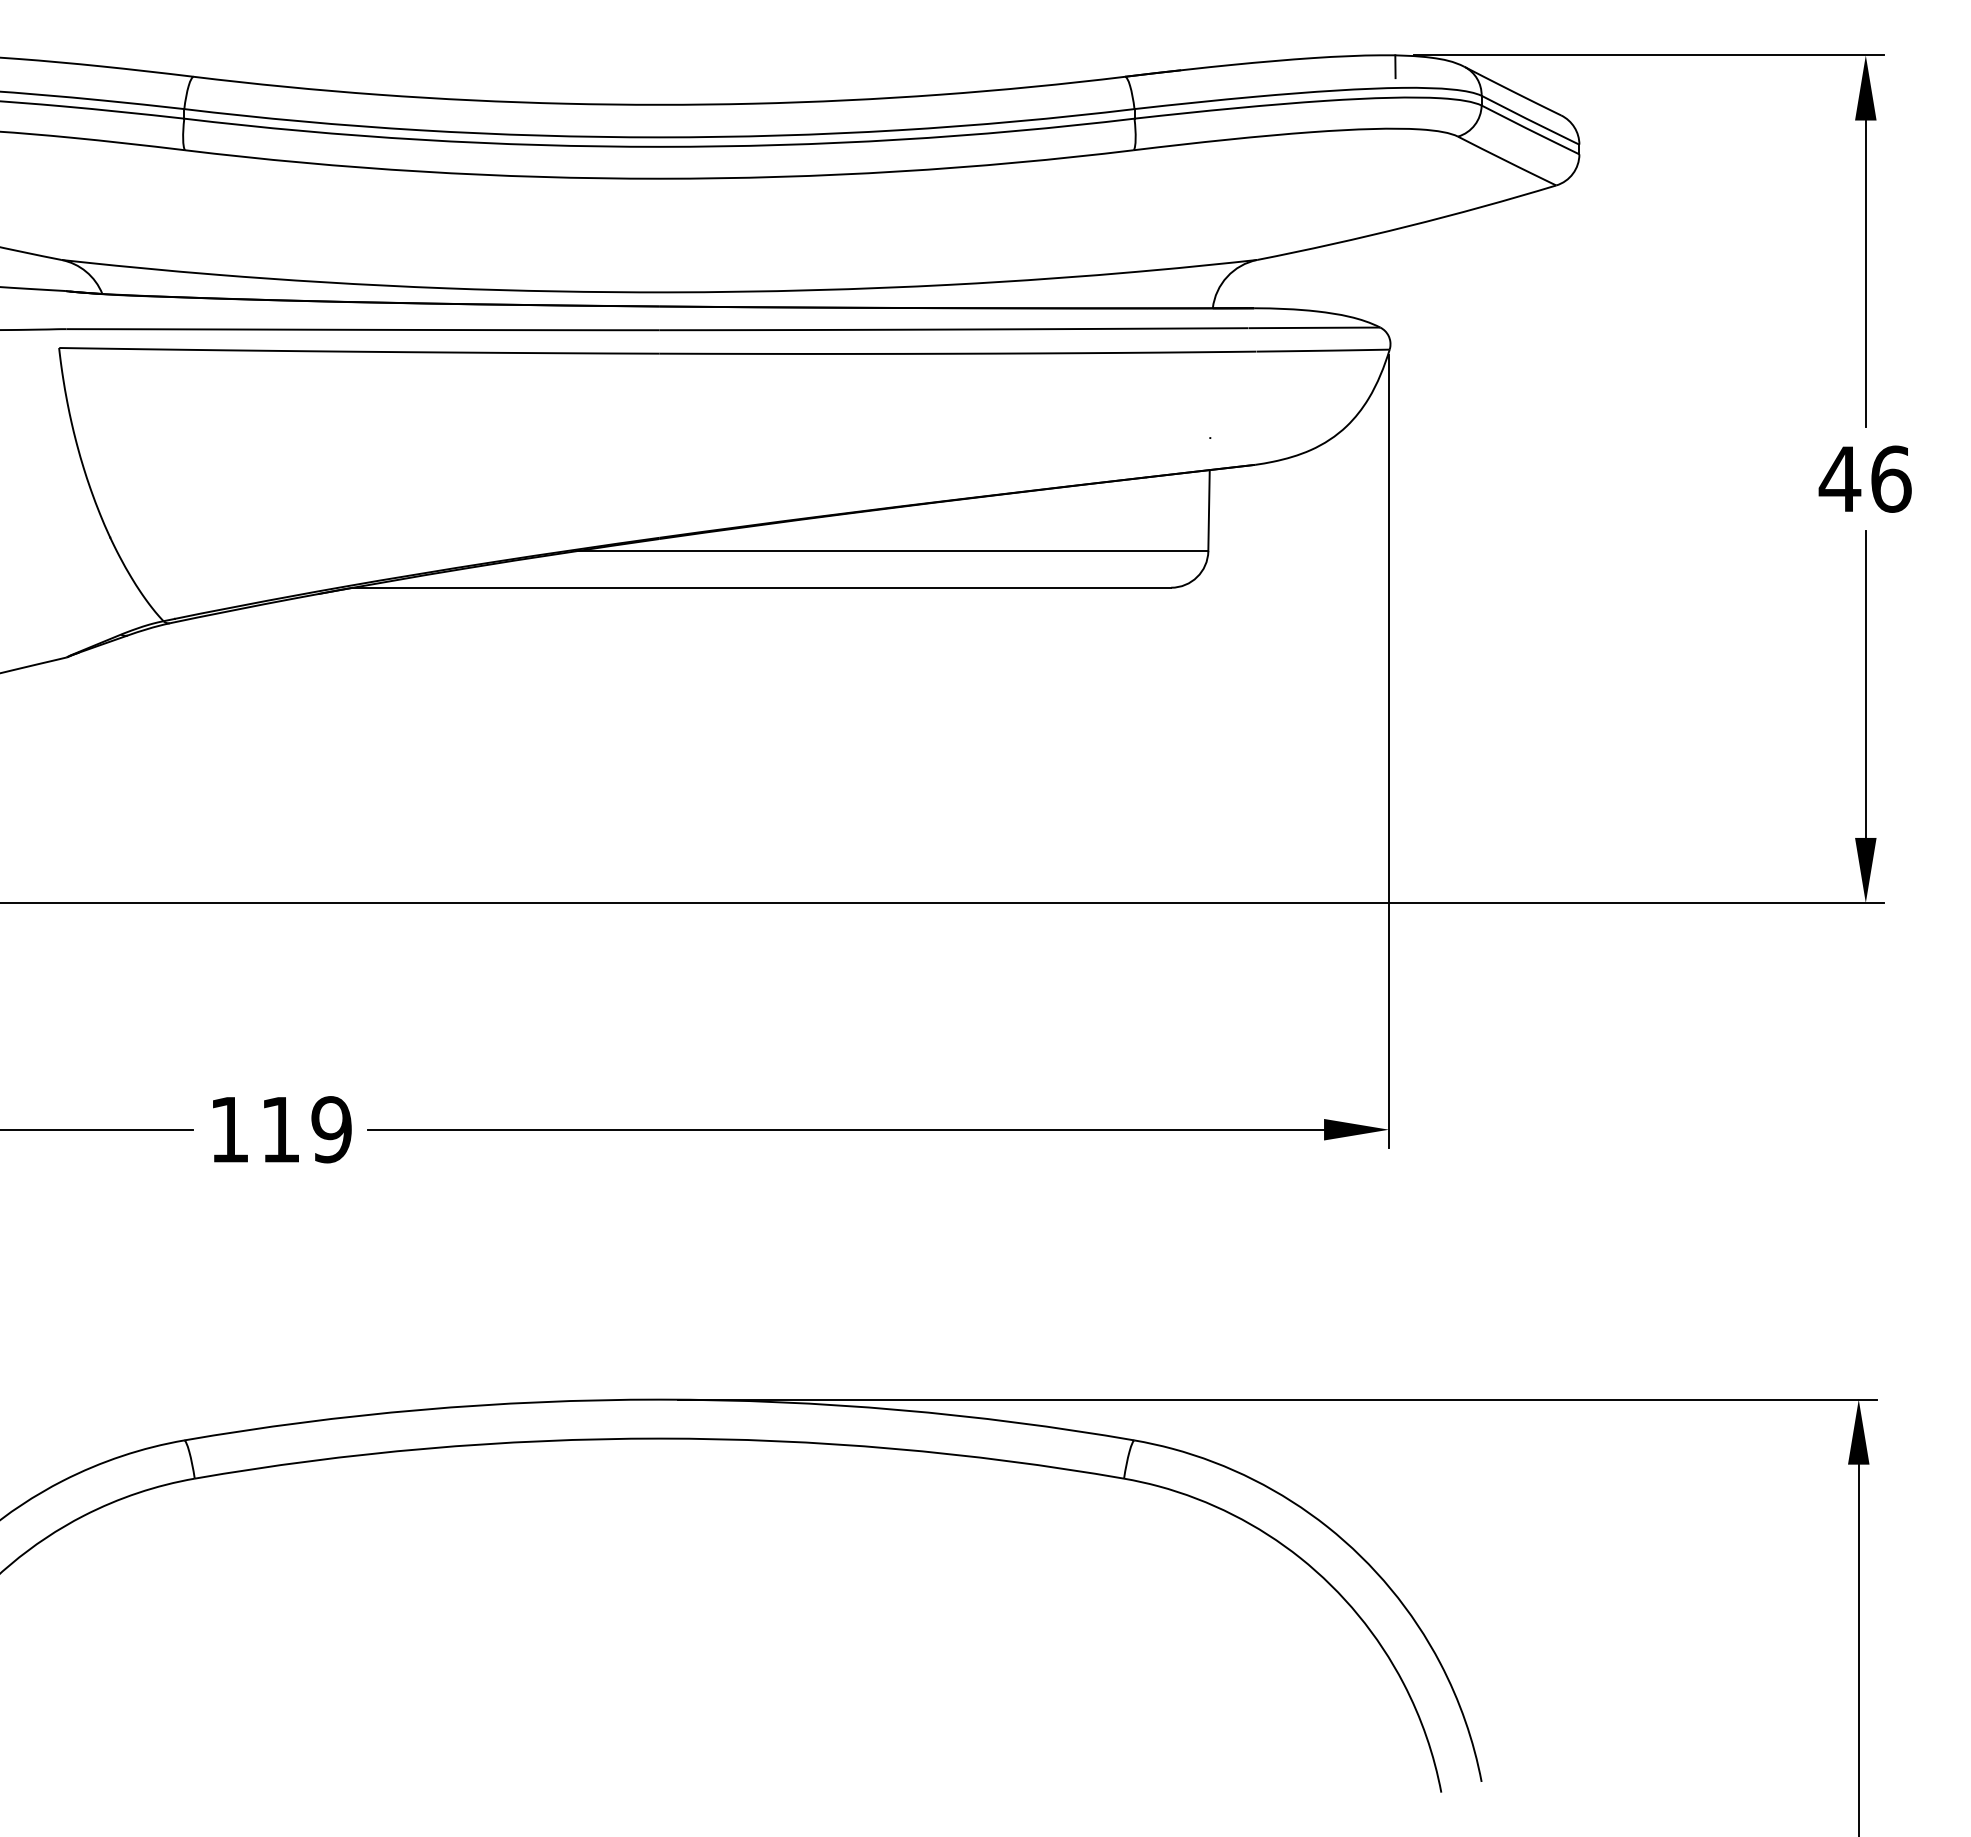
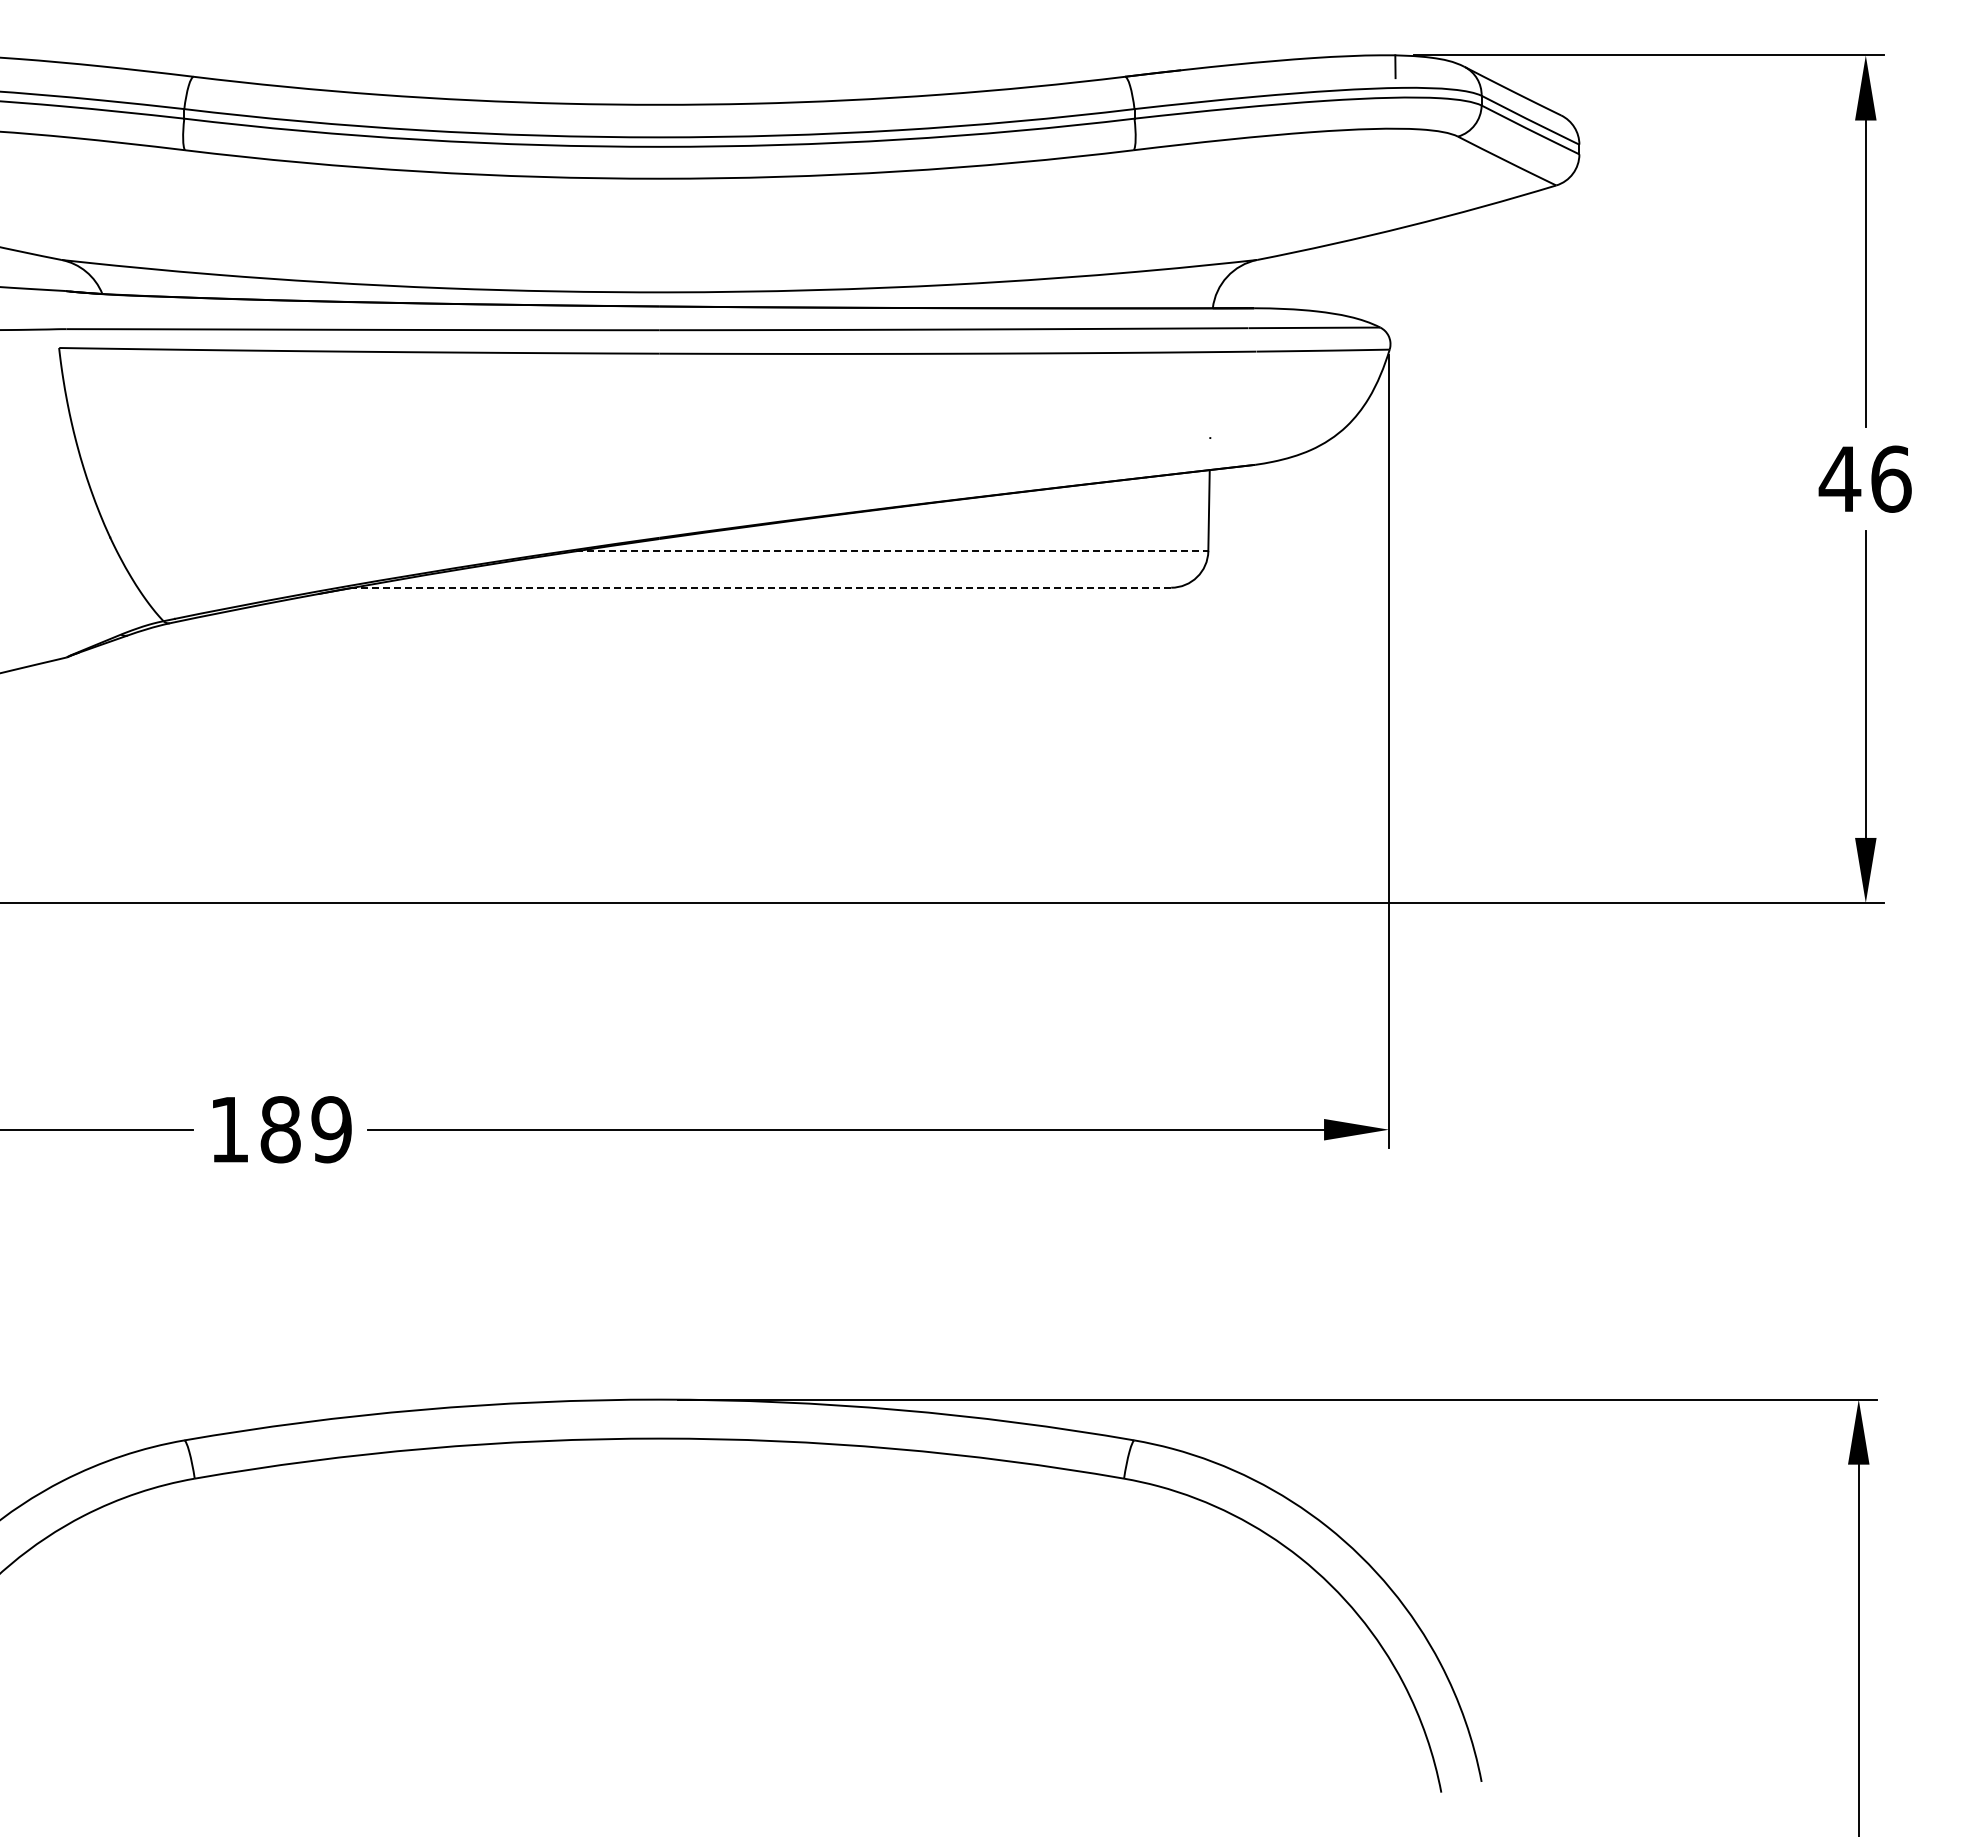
line at (892, 551): solid -> dashed
line at (761, 587): solid -> dashed
text at (280, 1129): 119 -> 189
